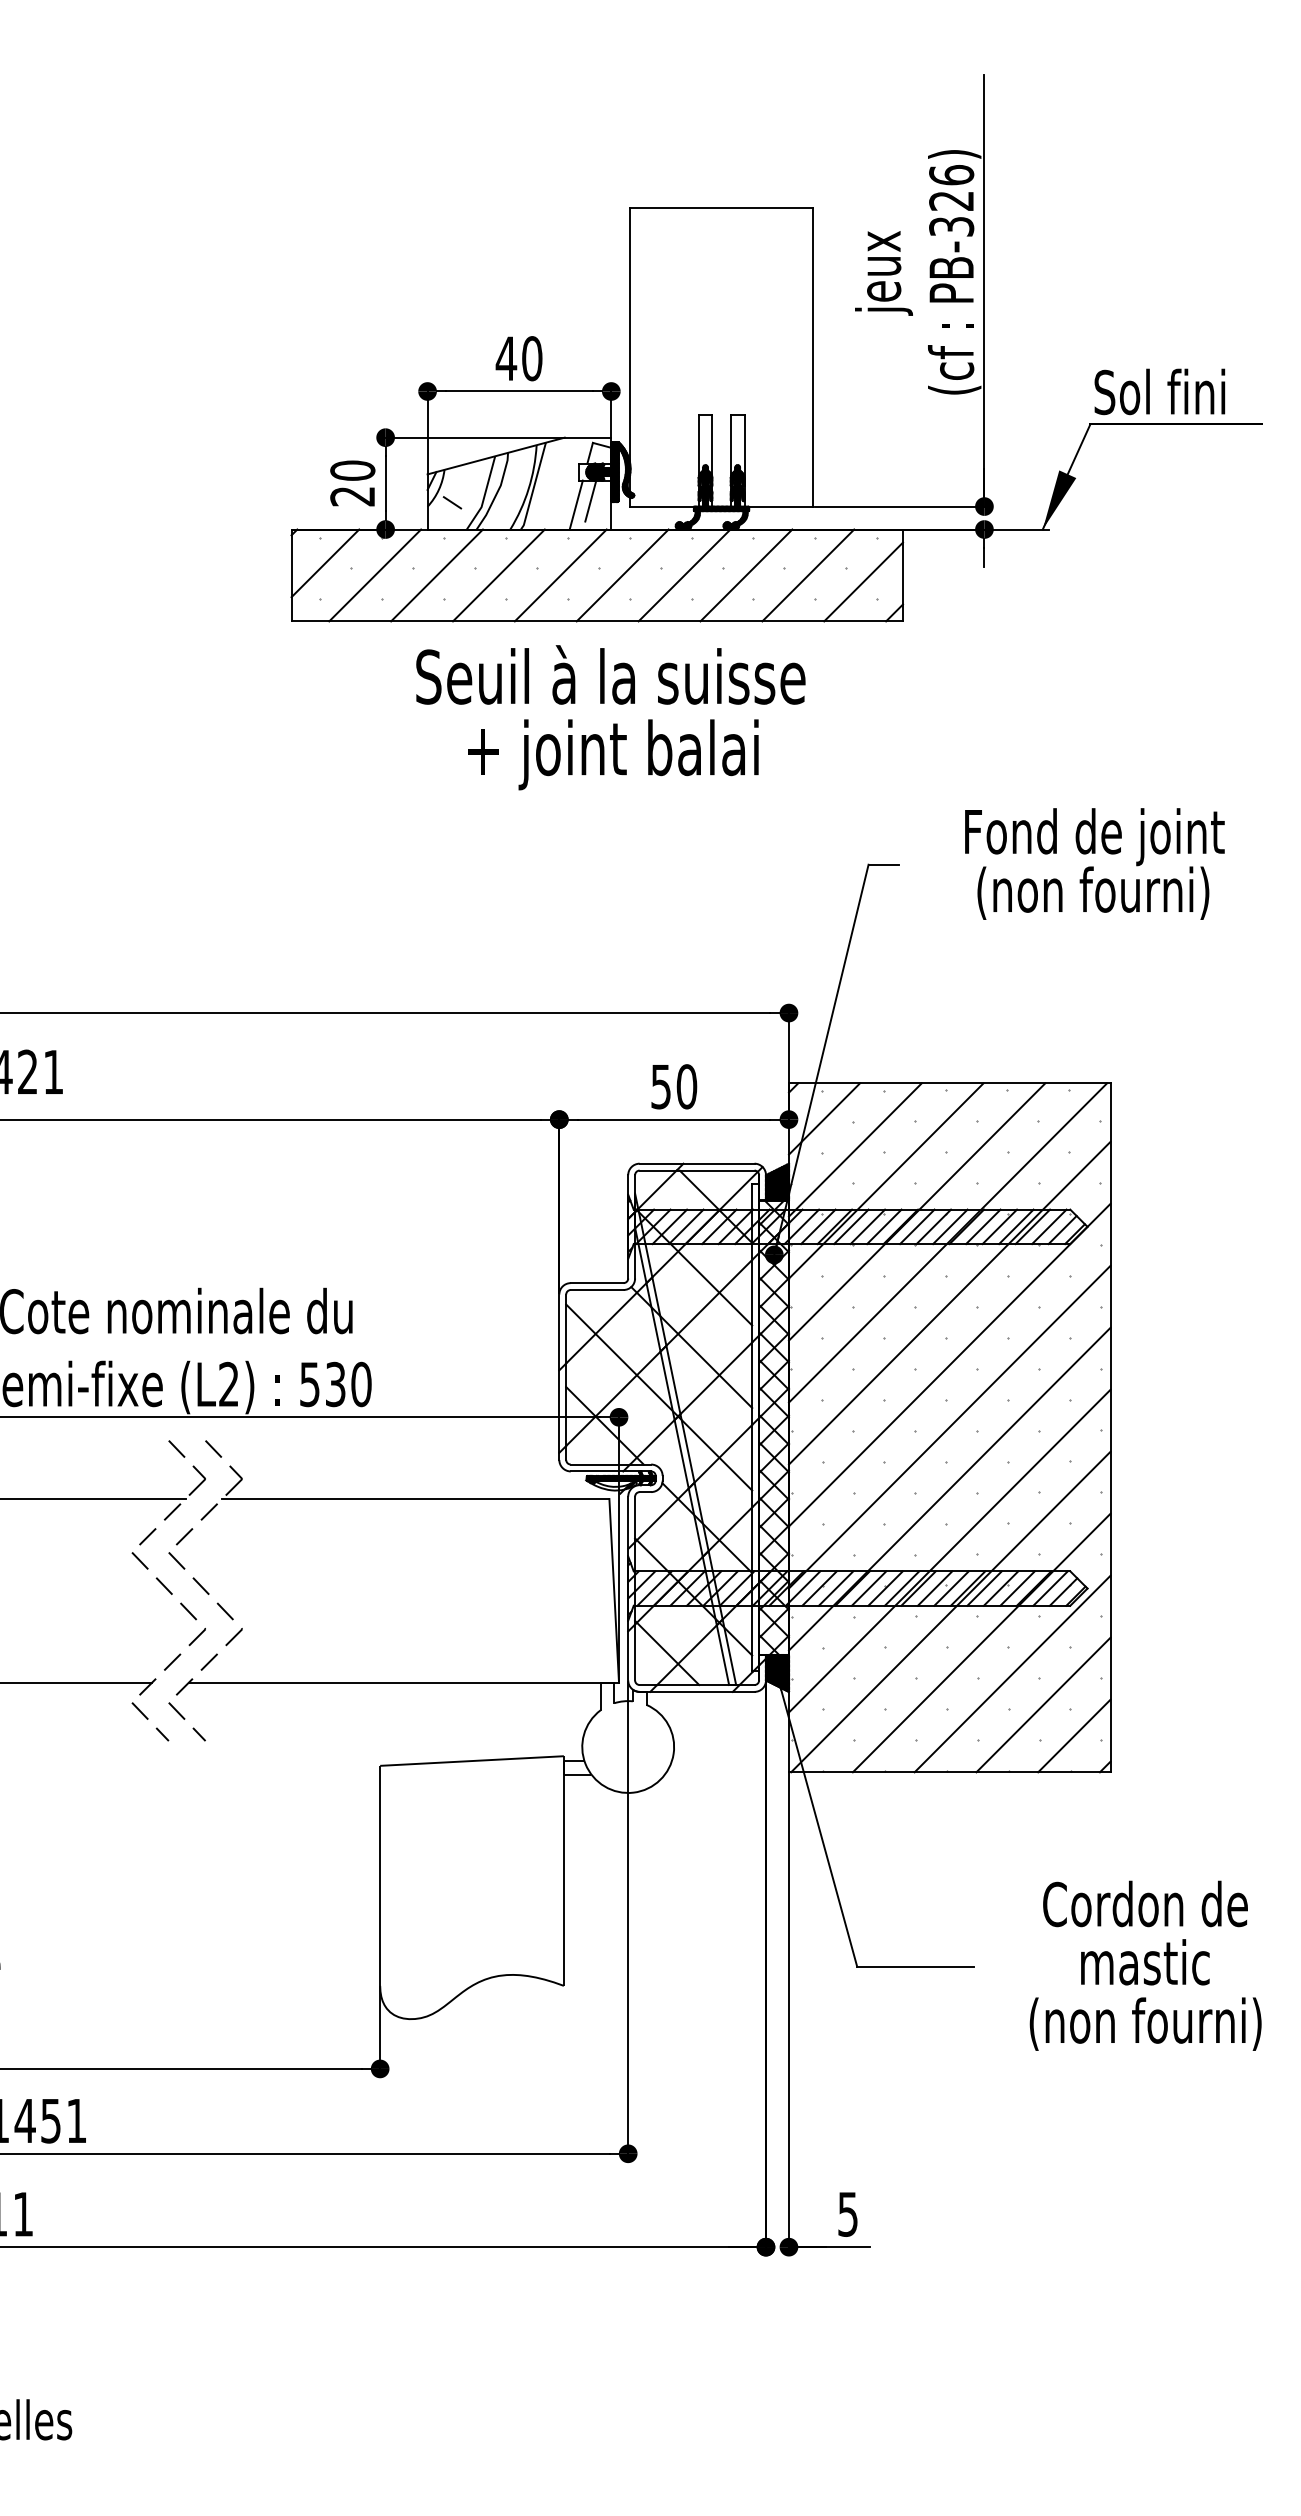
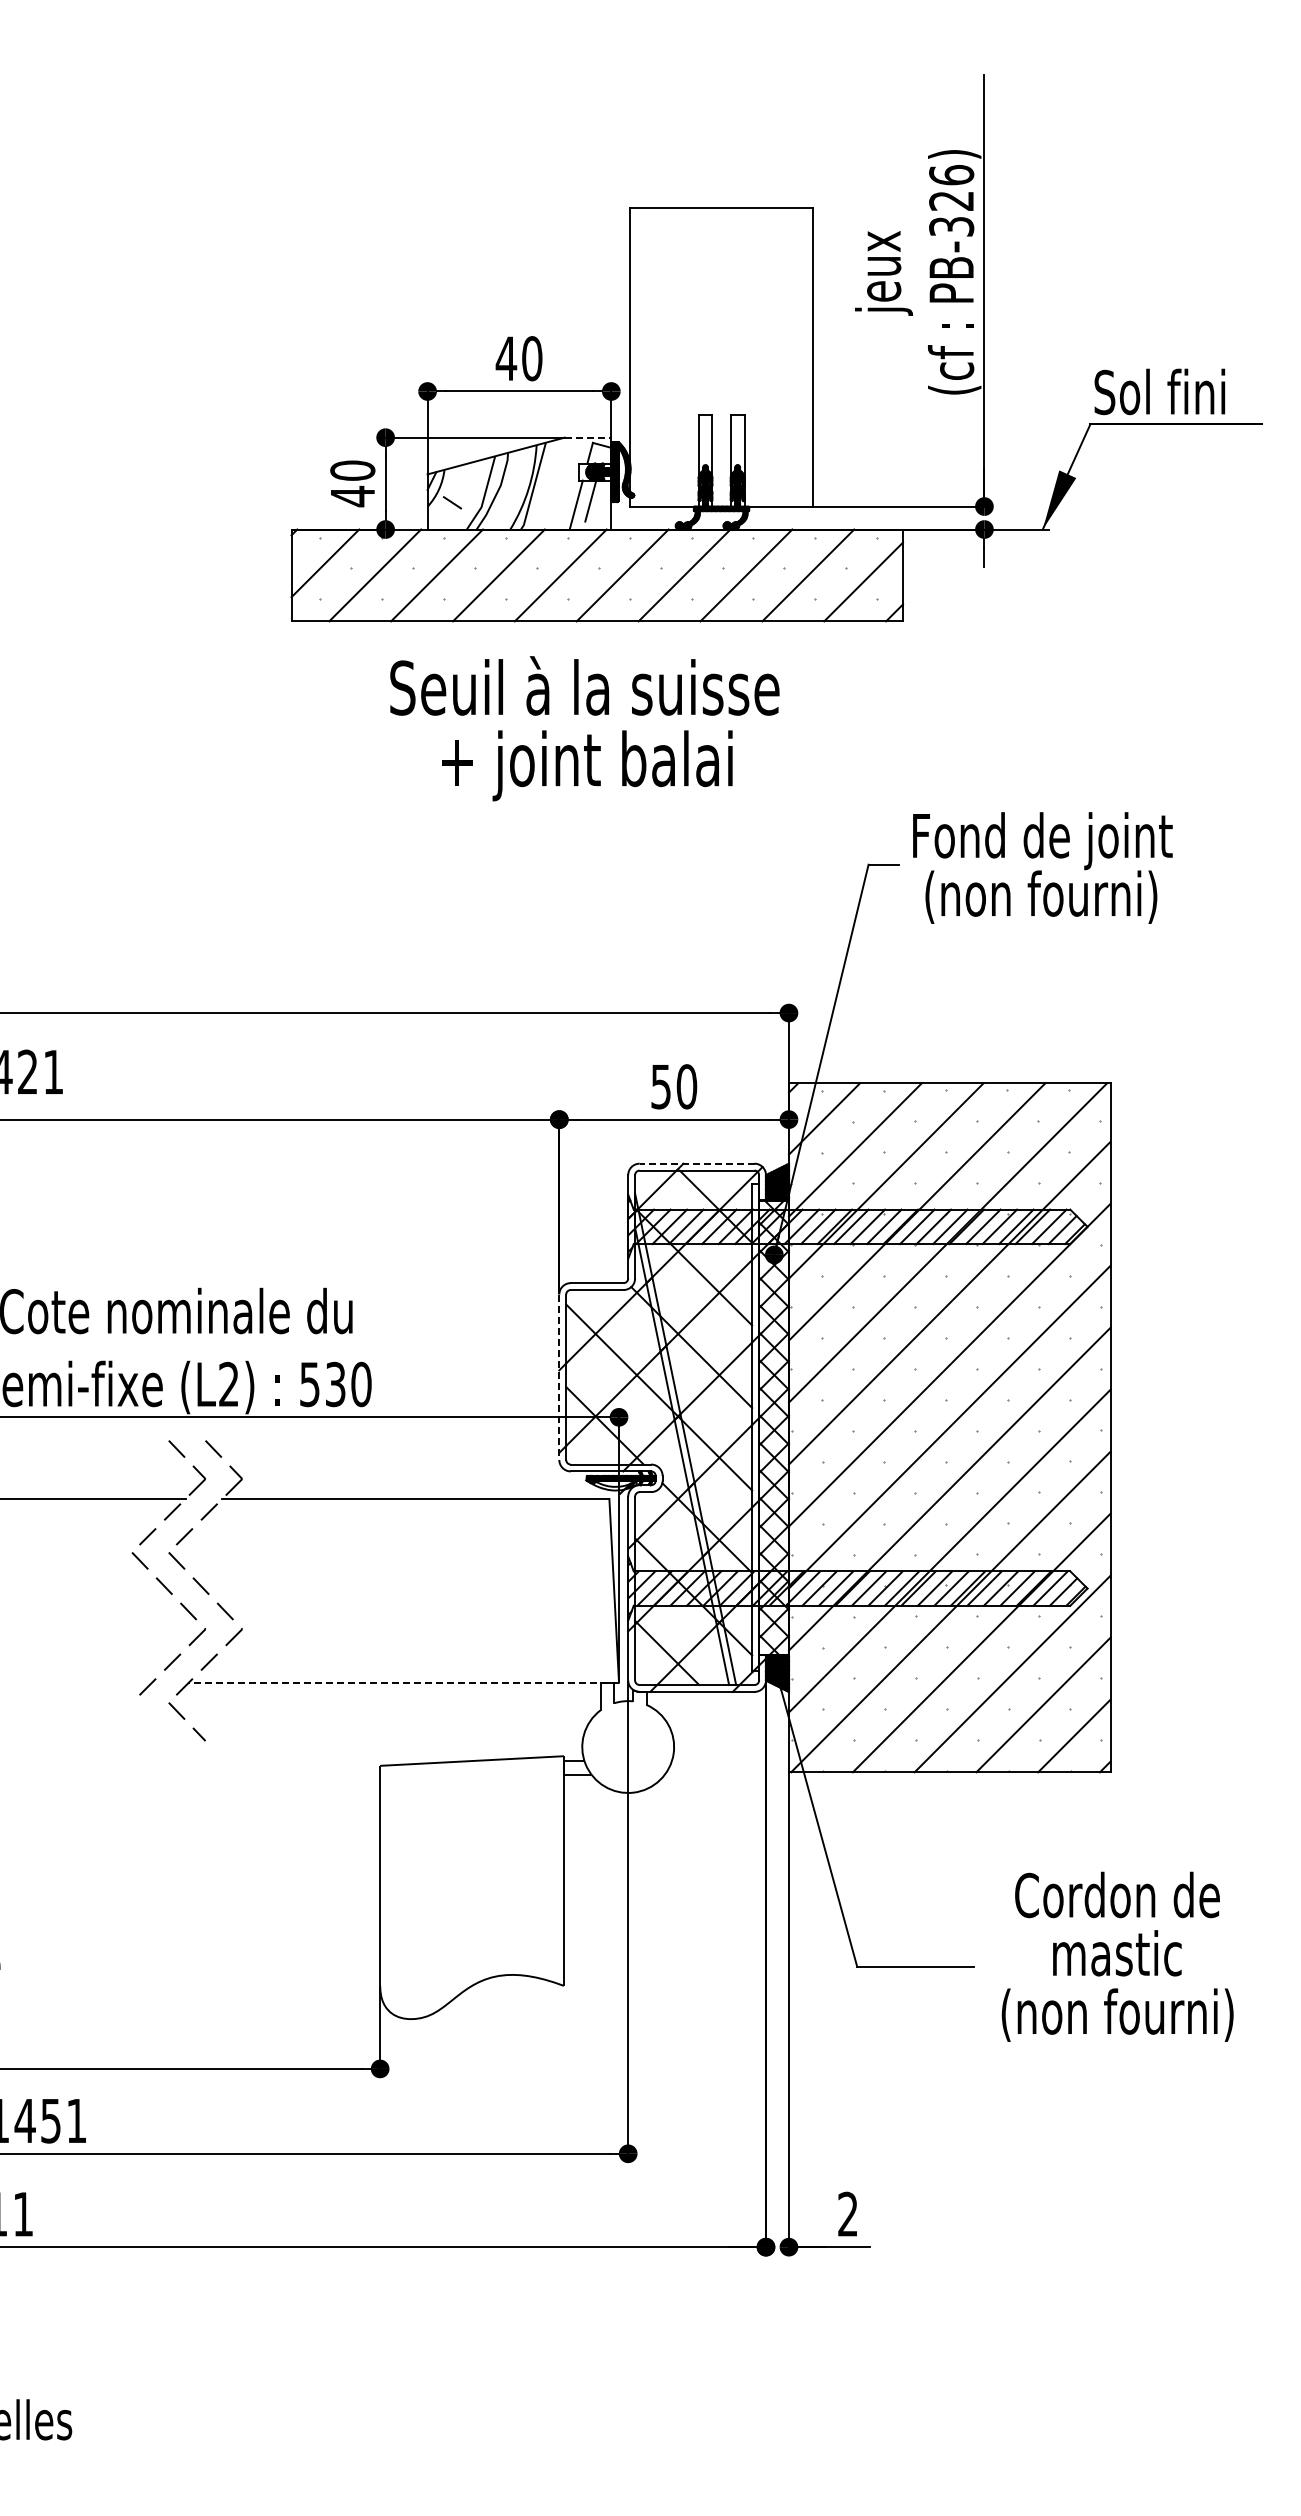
line at (588, 437): solid -> dashed
text at (352, 496): 20 -> 40
text at (610, 717) position: (610, 717) -> (584, 728)
text at (1094, 863) position: (1094, 863) -> (1042, 867)
line at (696, 1163): solid -> dashed
line at (559, 1377): solid -> dashed
line at (77, 1682): present -> none
line at (403, 1682): solid -> dashed
line at (148, 1719): present -> none
text at (1145, 1965) position: (1145, 1965) -> (1117, 1956)
text at (847, 2213): 5 -> 2
